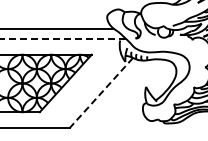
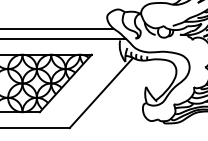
line at (62, 38): dashed -> solid
line at (101, 93): dashed -> solid
